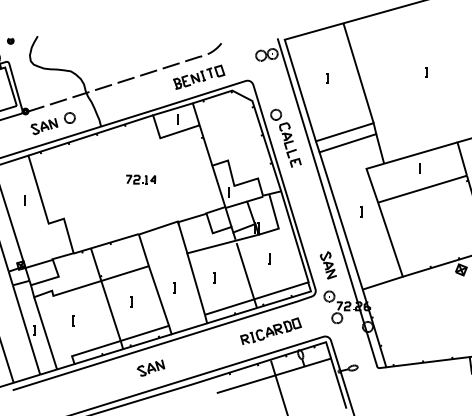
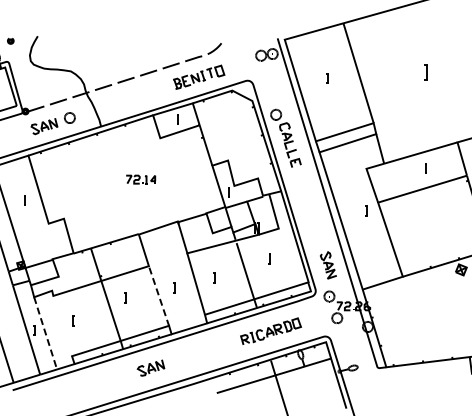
part at (426, 72) size: 3x11 px -> 4x17 px
part at (419, 168) position: (419, 168) -> (425, 168)
line at (361, 211) position: (361, 211) -> (366, 210)
line at (159, 296): solid -> dashed
line at (131, 301) position: (131, 301) -> (125, 297)
line at (45, 333): solid -> dashed
